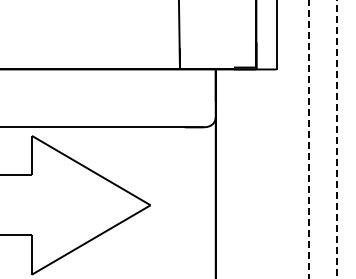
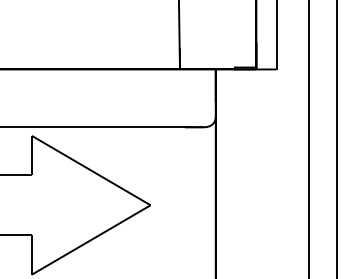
line at (309, 139): dashed -> solid
line at (337, 139): dashed -> solid
